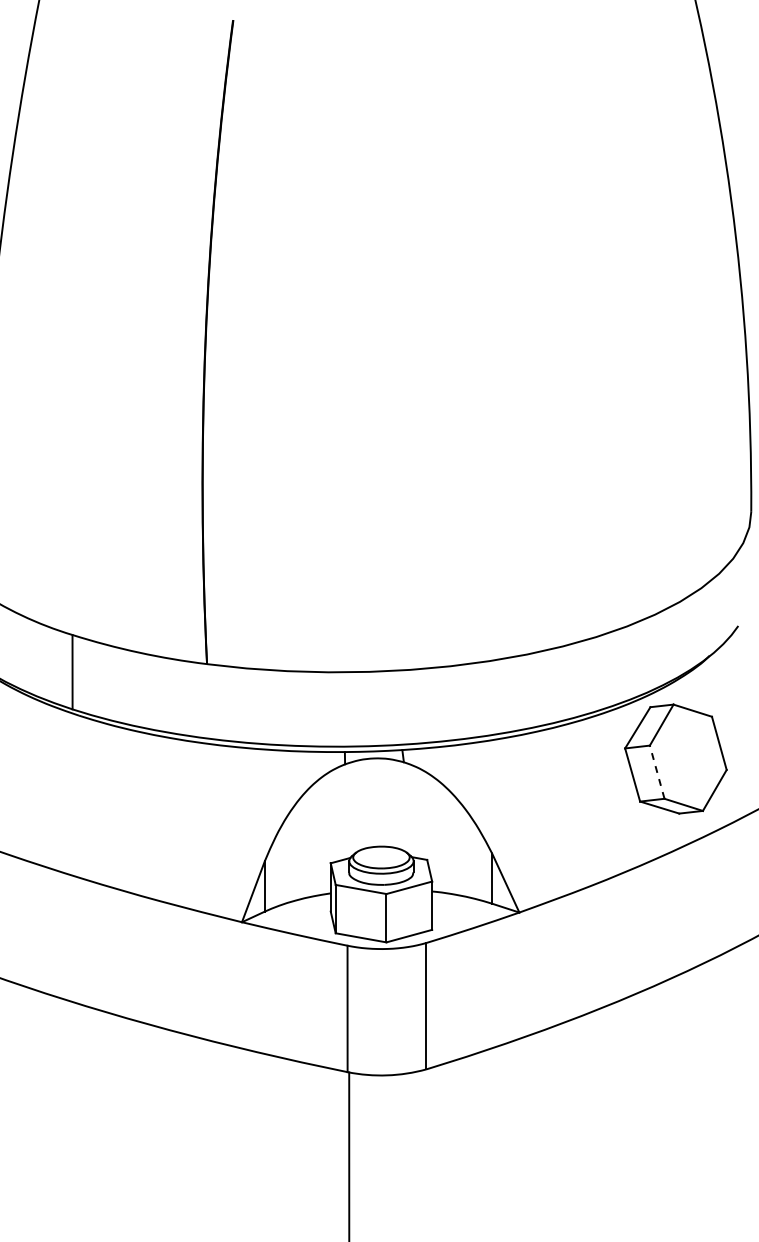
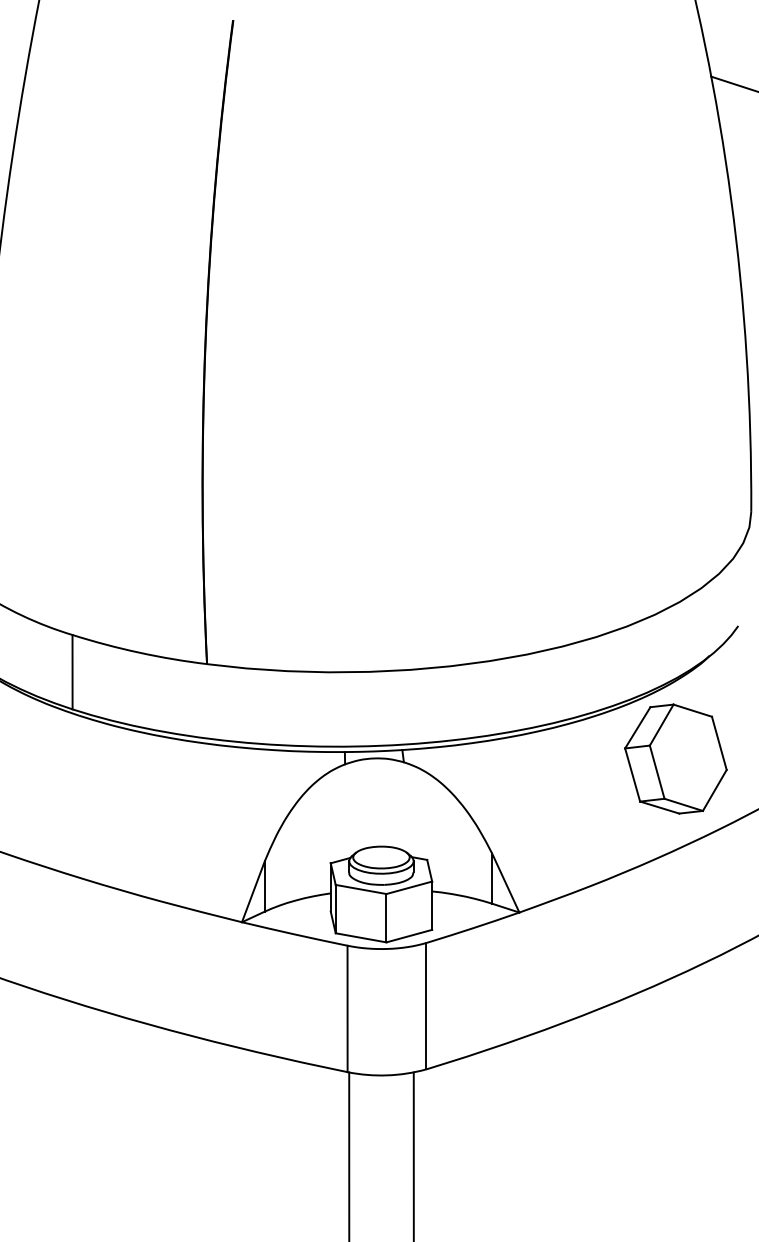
line at (733, 83): none -> present
line at (657, 772): dashed -> solid
line at (413, 1155): none -> present
